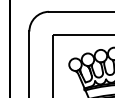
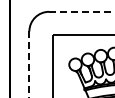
line at (82, 11): solid -> dashed
line at (29, 64): solid -> dashed
